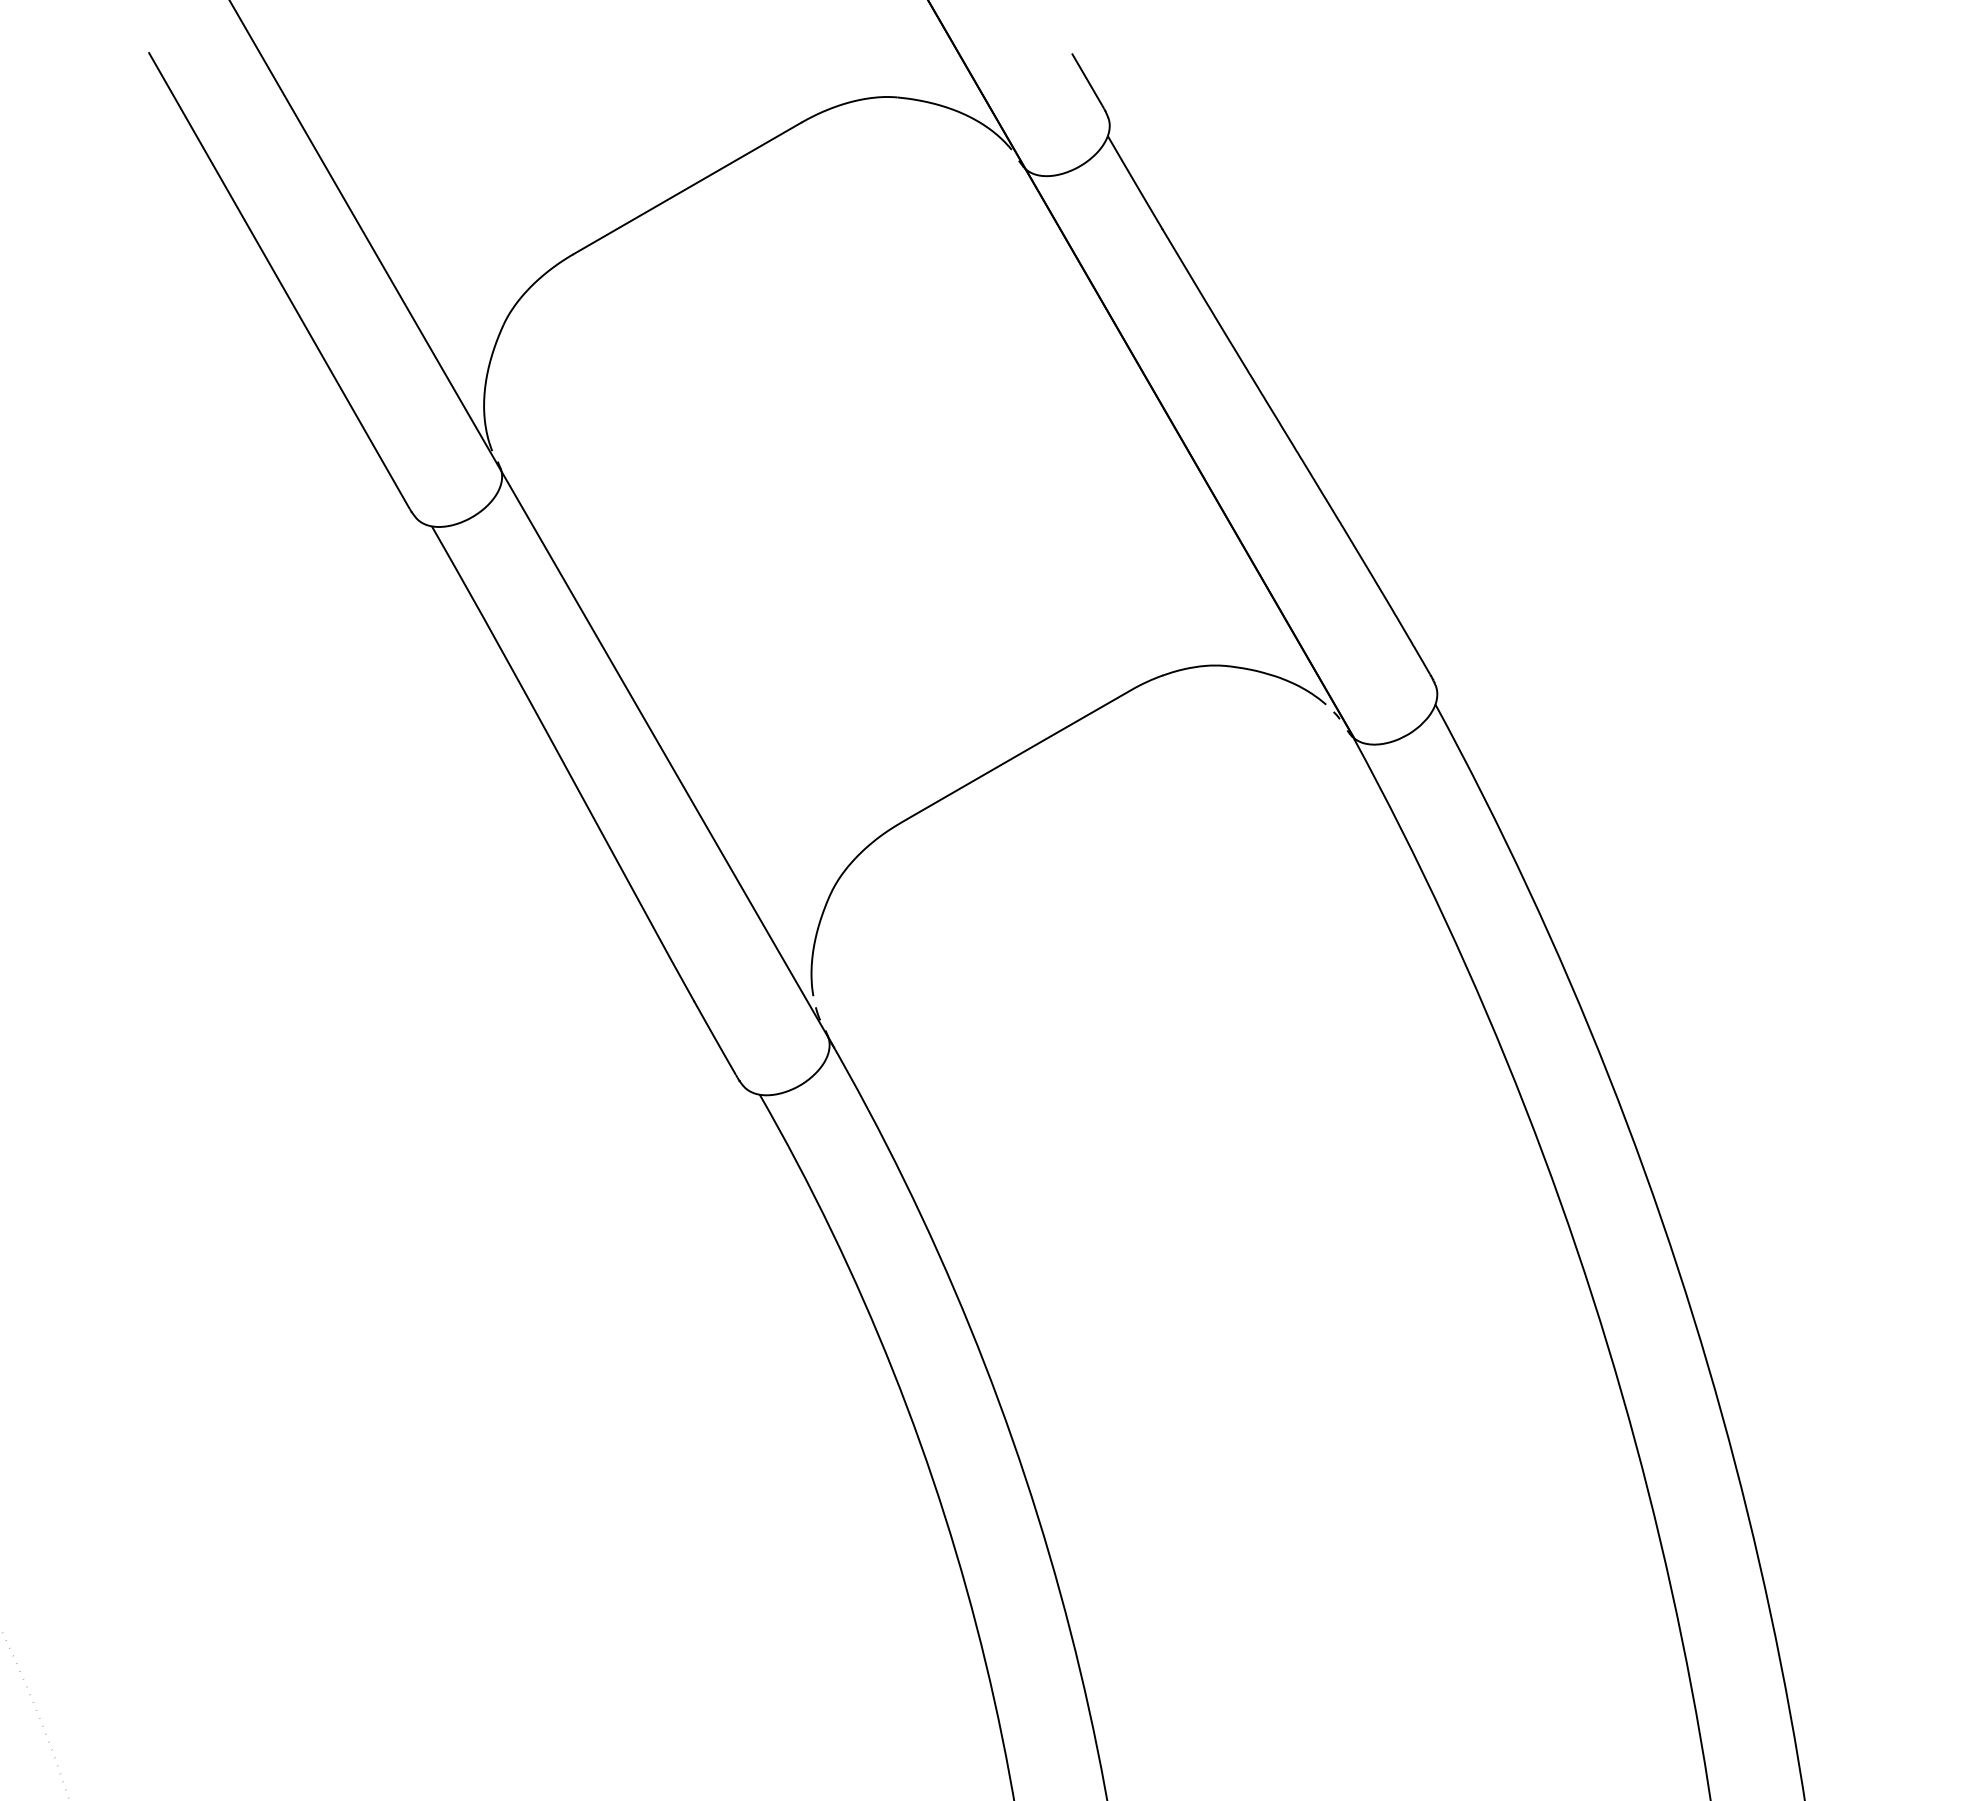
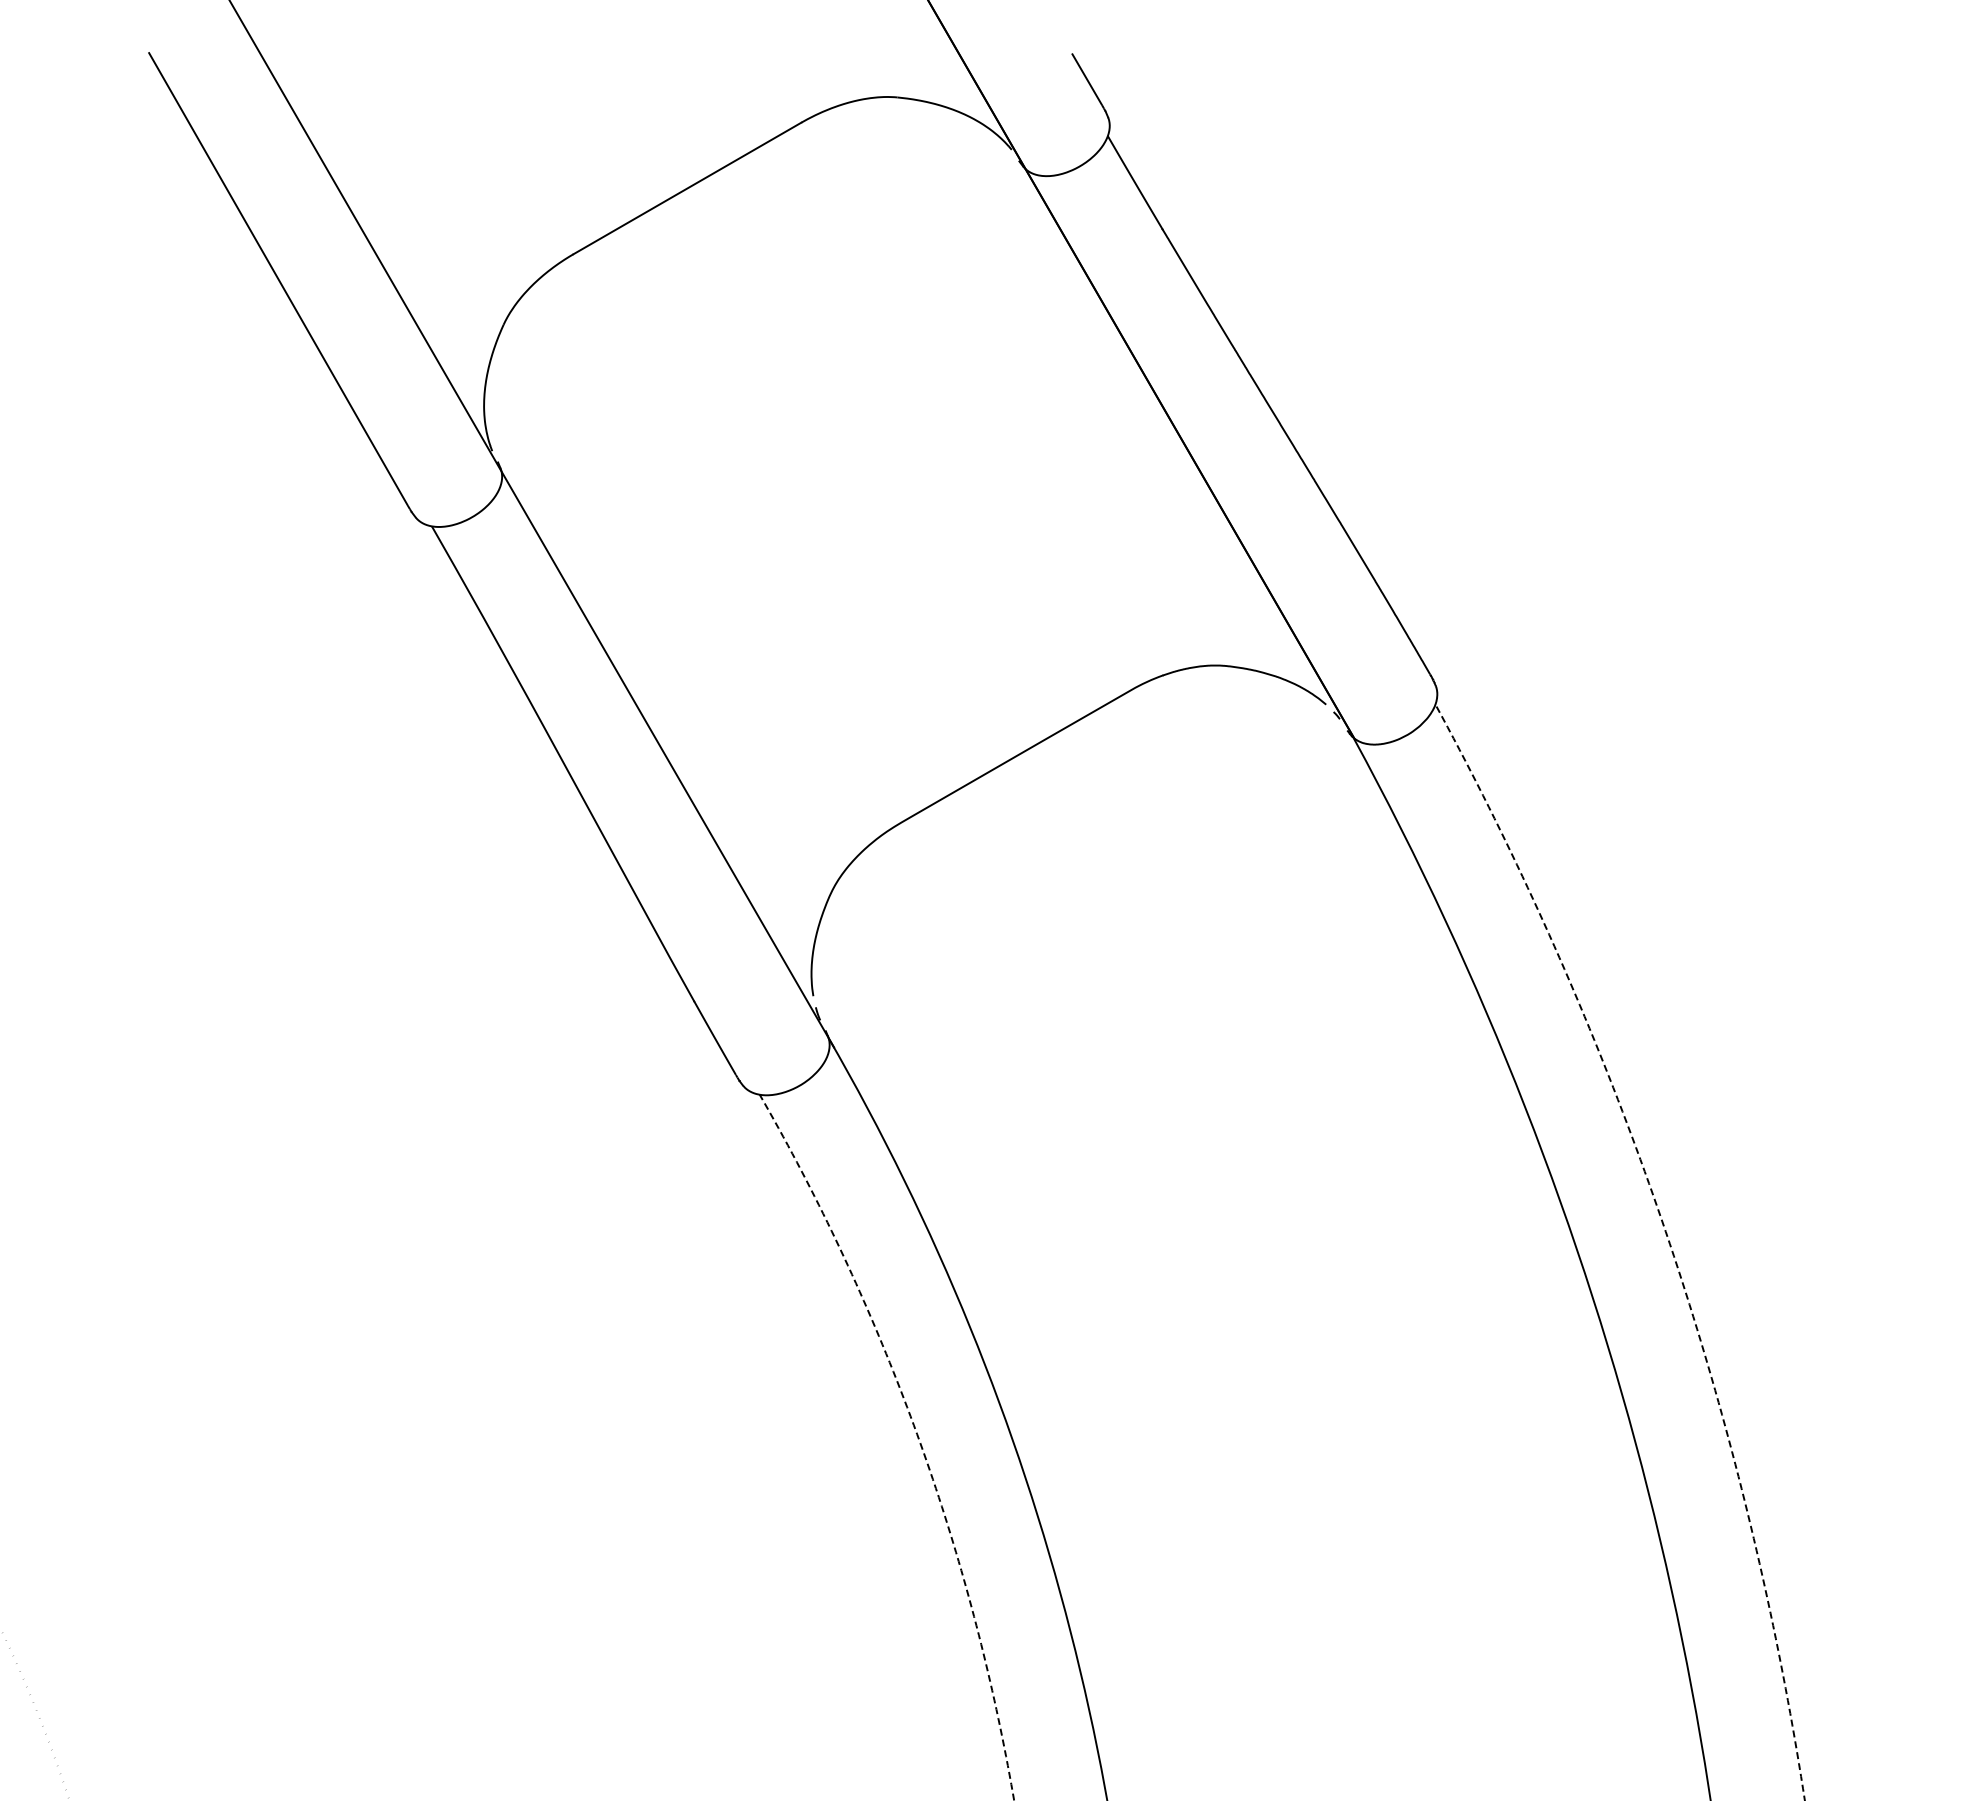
arc at (1667, 1237): solid -> dashed
arc at (918, 1437): solid -> dashed
